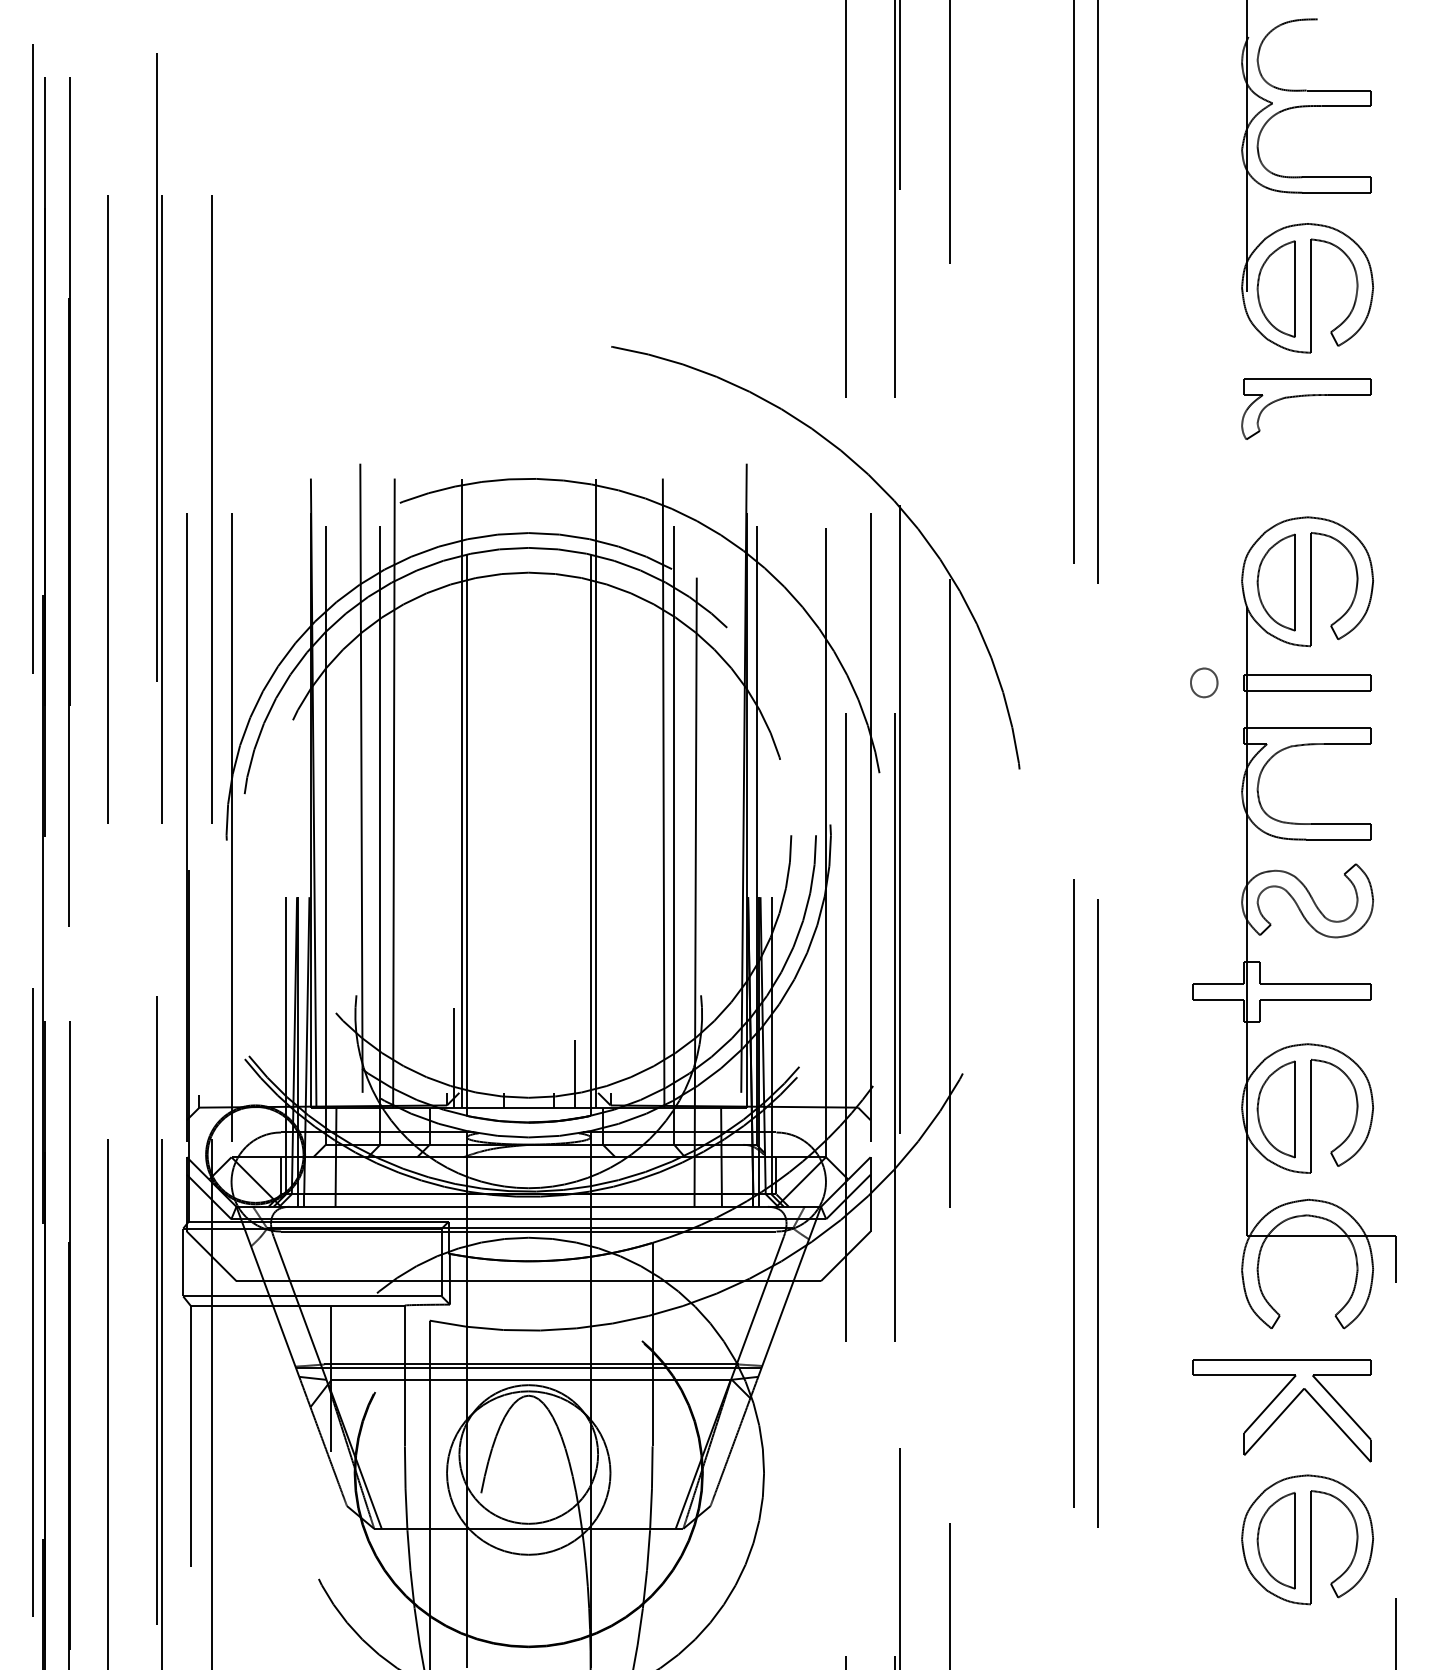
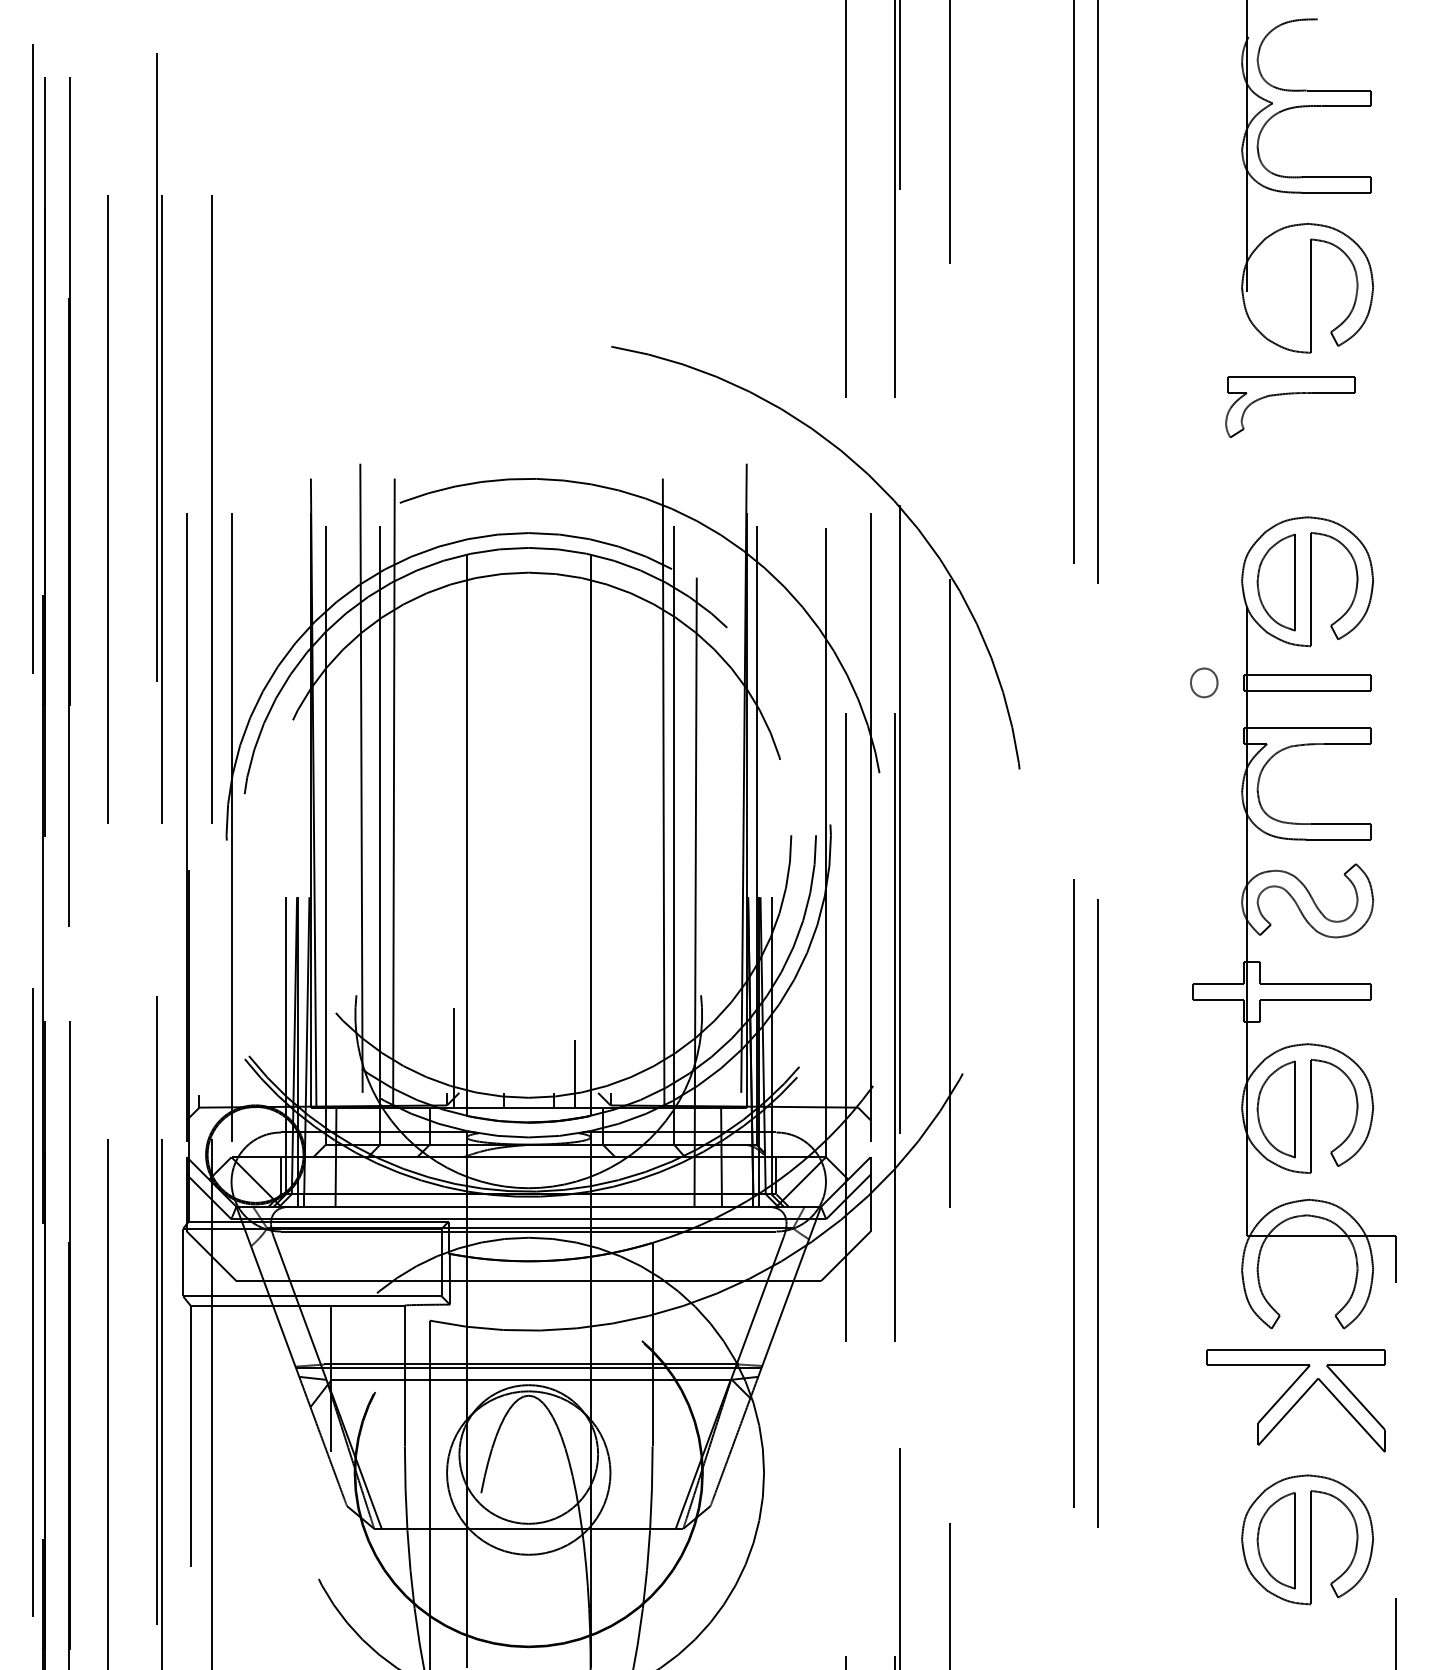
part at (1275, 288): present -> none
part at (1306, 396) position: (1306, 396) -> (1290, 394)
line at (461, 785): present -> none
line at (595, 785): present -> none
part at (1281, 1410) position: (1281, 1410) -> (1295, 1400)
